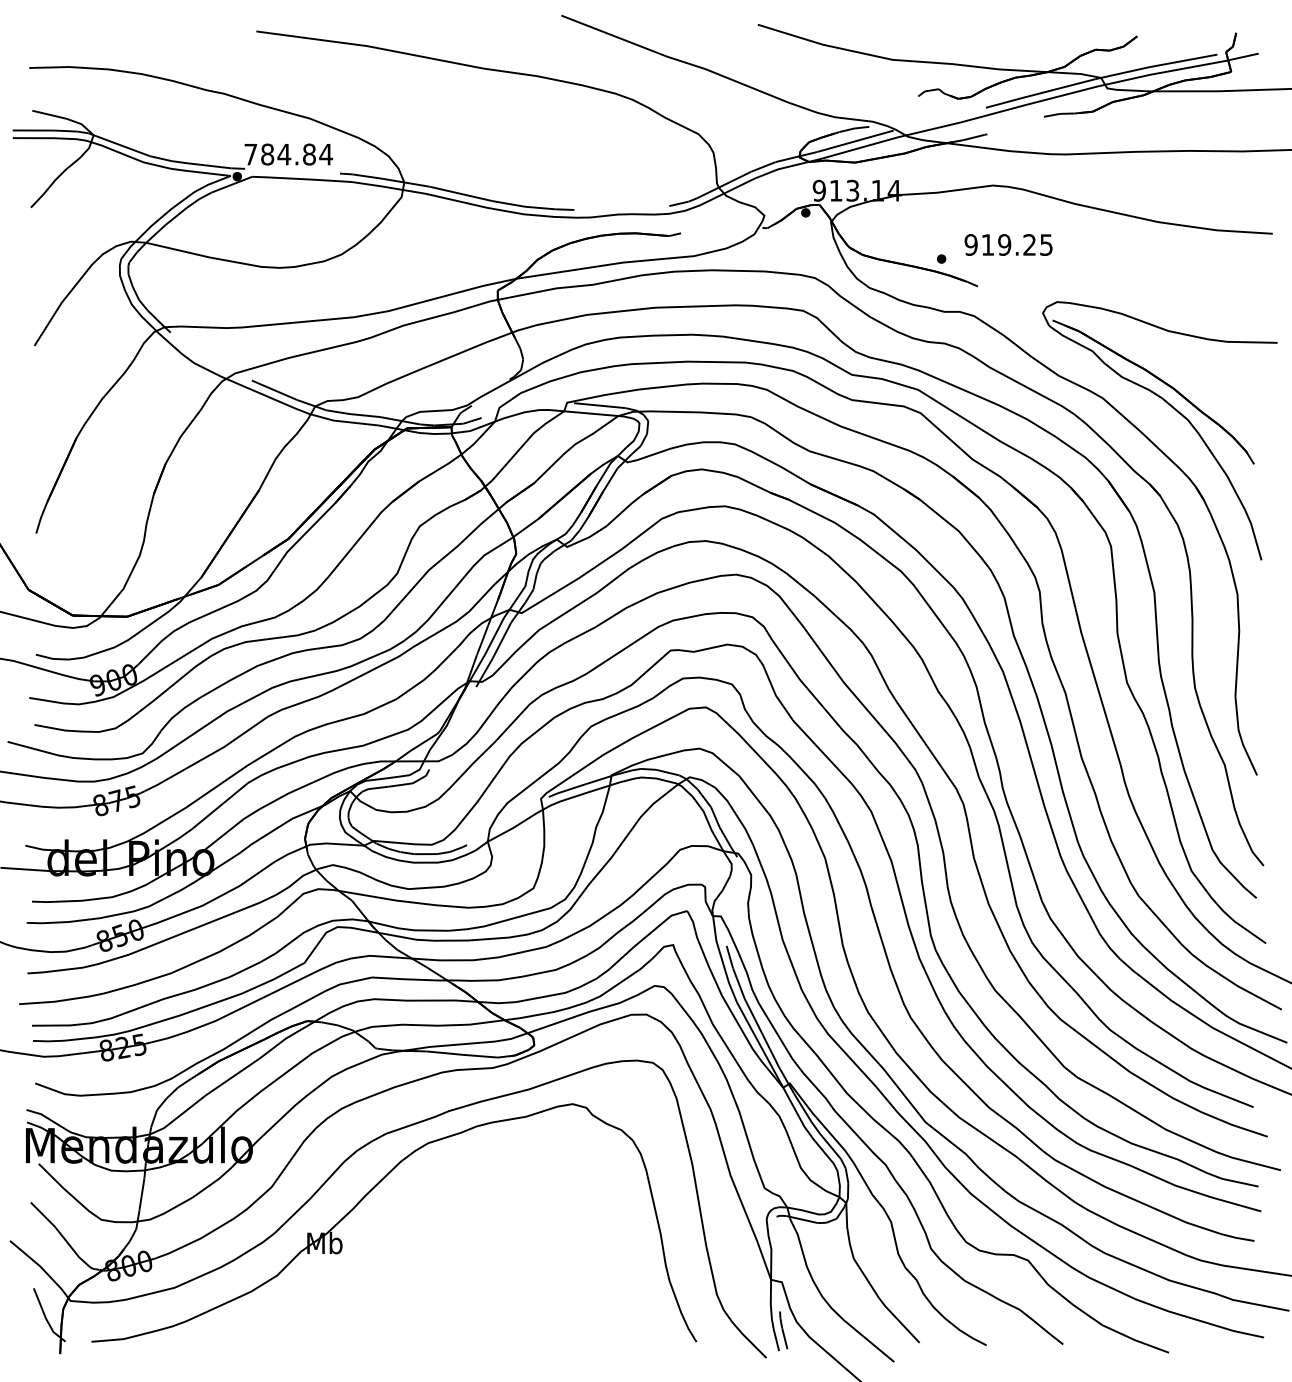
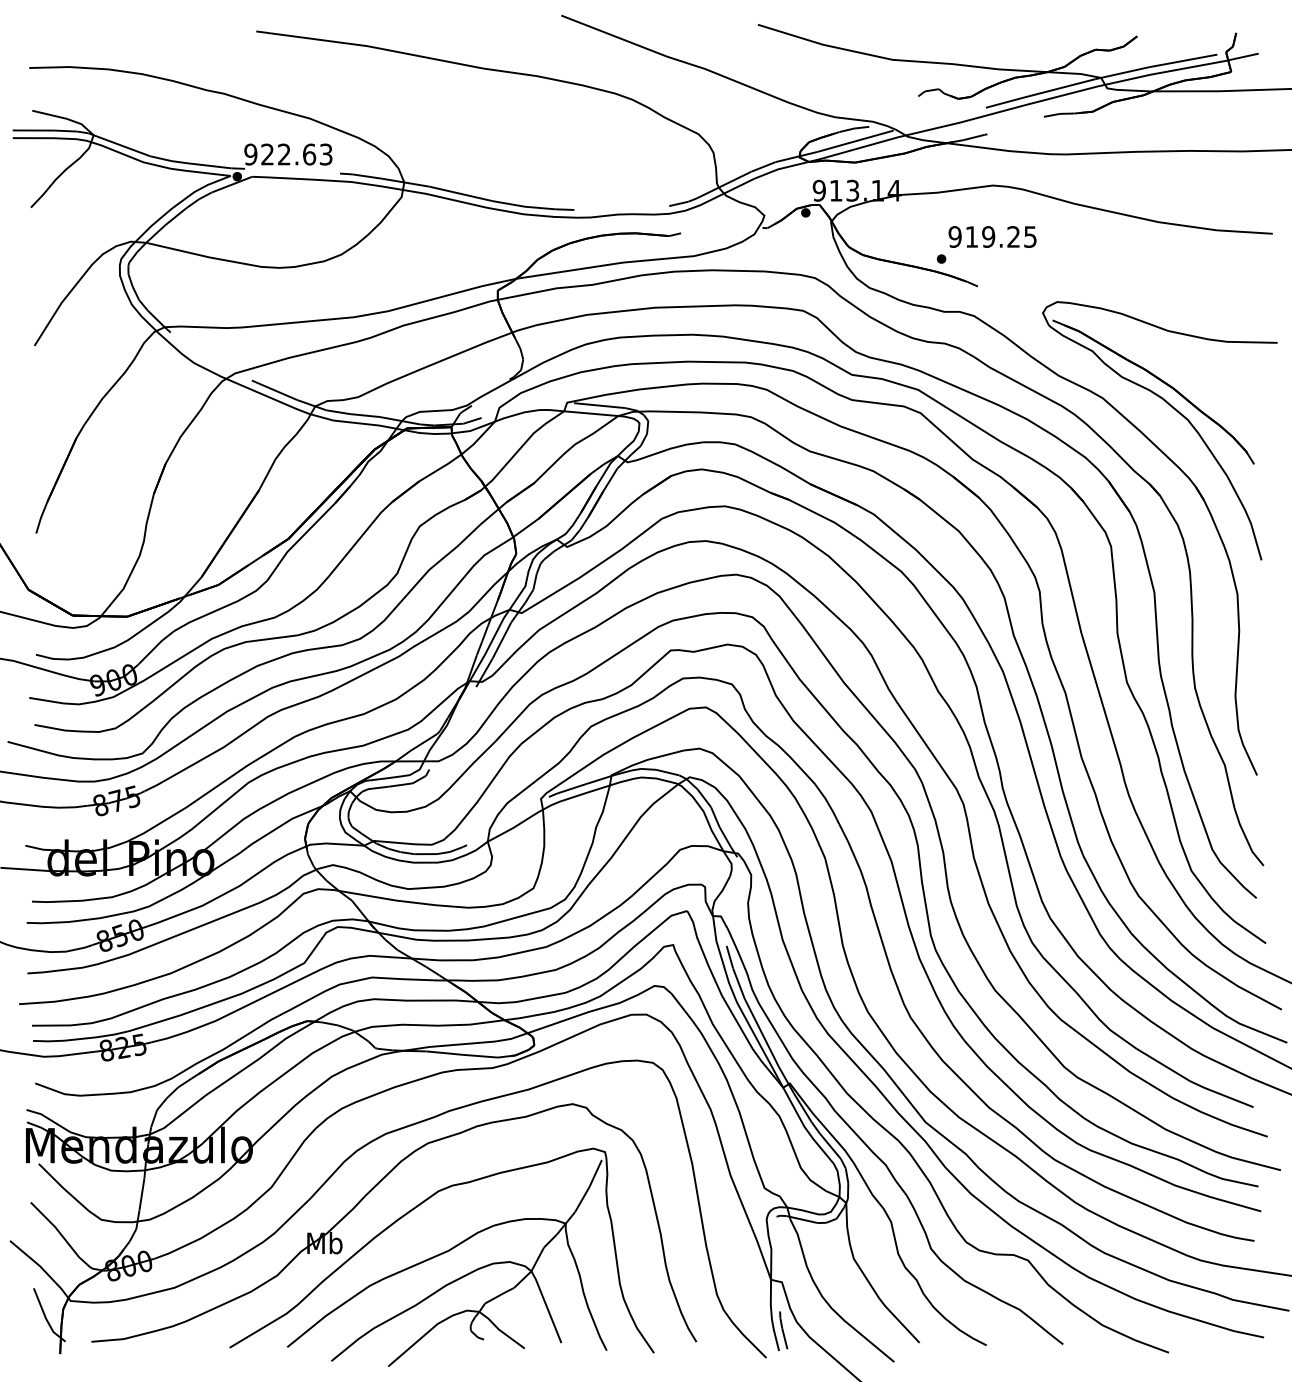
text at (288, 154): 784.84 -> 922.63
text at (1008, 244) position: (1008, 244) -> (992, 236)
part at (441, 1256): none -> present
